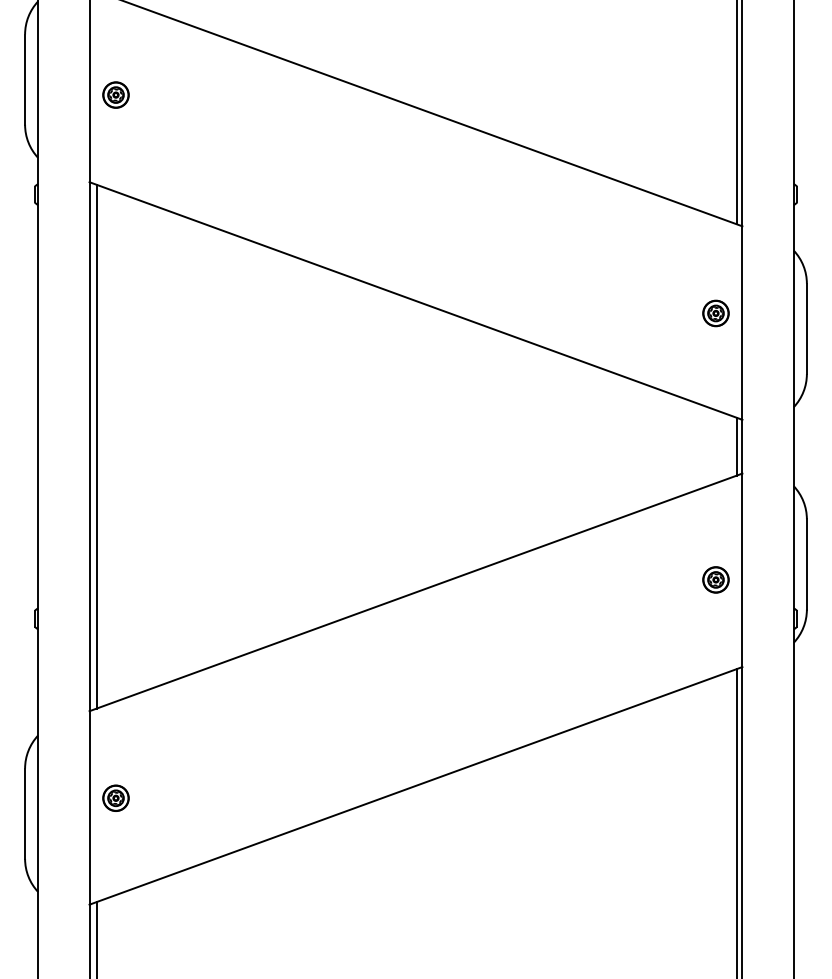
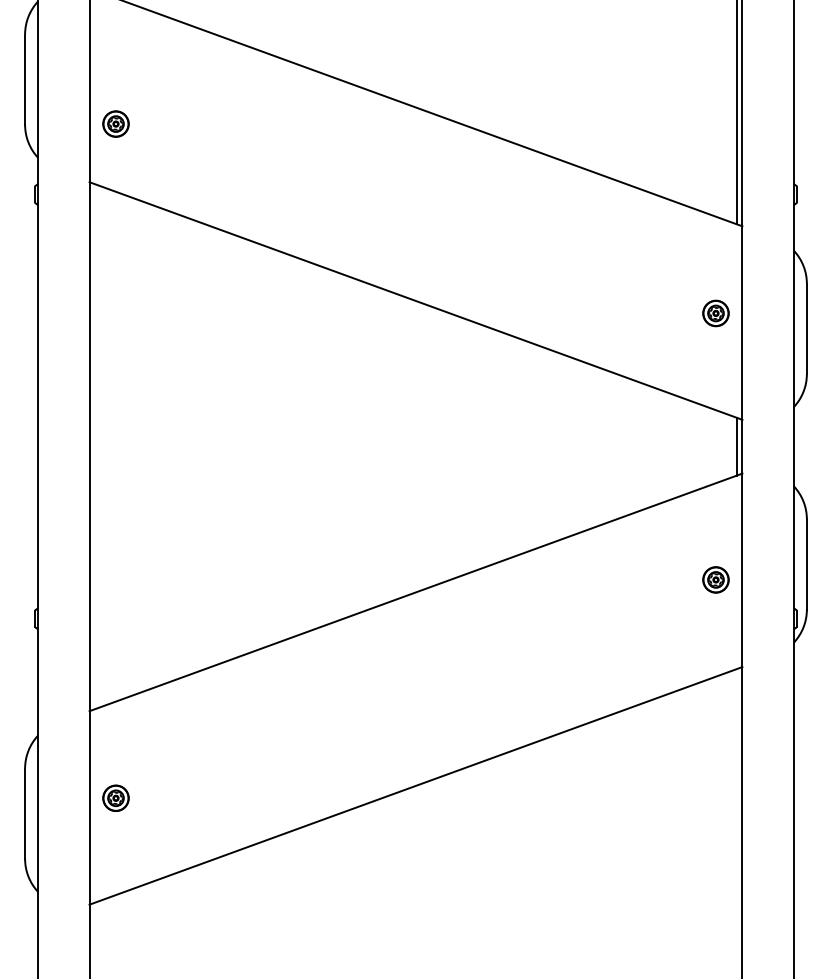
part at (115, 94) position: (115, 94) -> (115, 123)
line at (96, 446): present -> none
line at (736, 822): present -> none
line at (96, 938): present -> none
